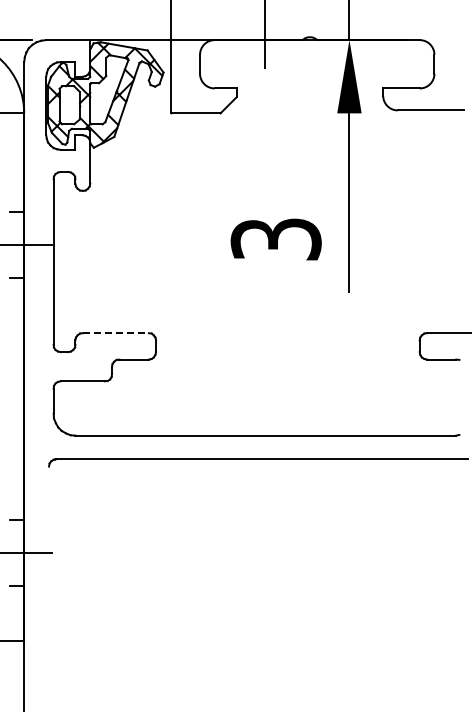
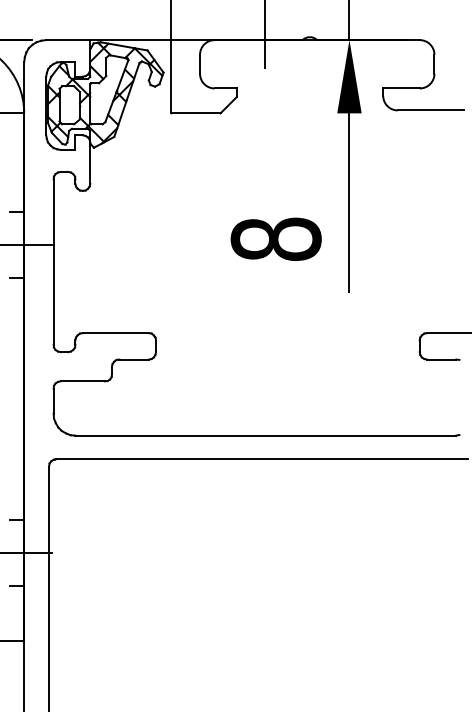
text at (275, 238): 3 -> 8
line at (116, 333): dashed -> solid
line at (49, 587): none -> present
